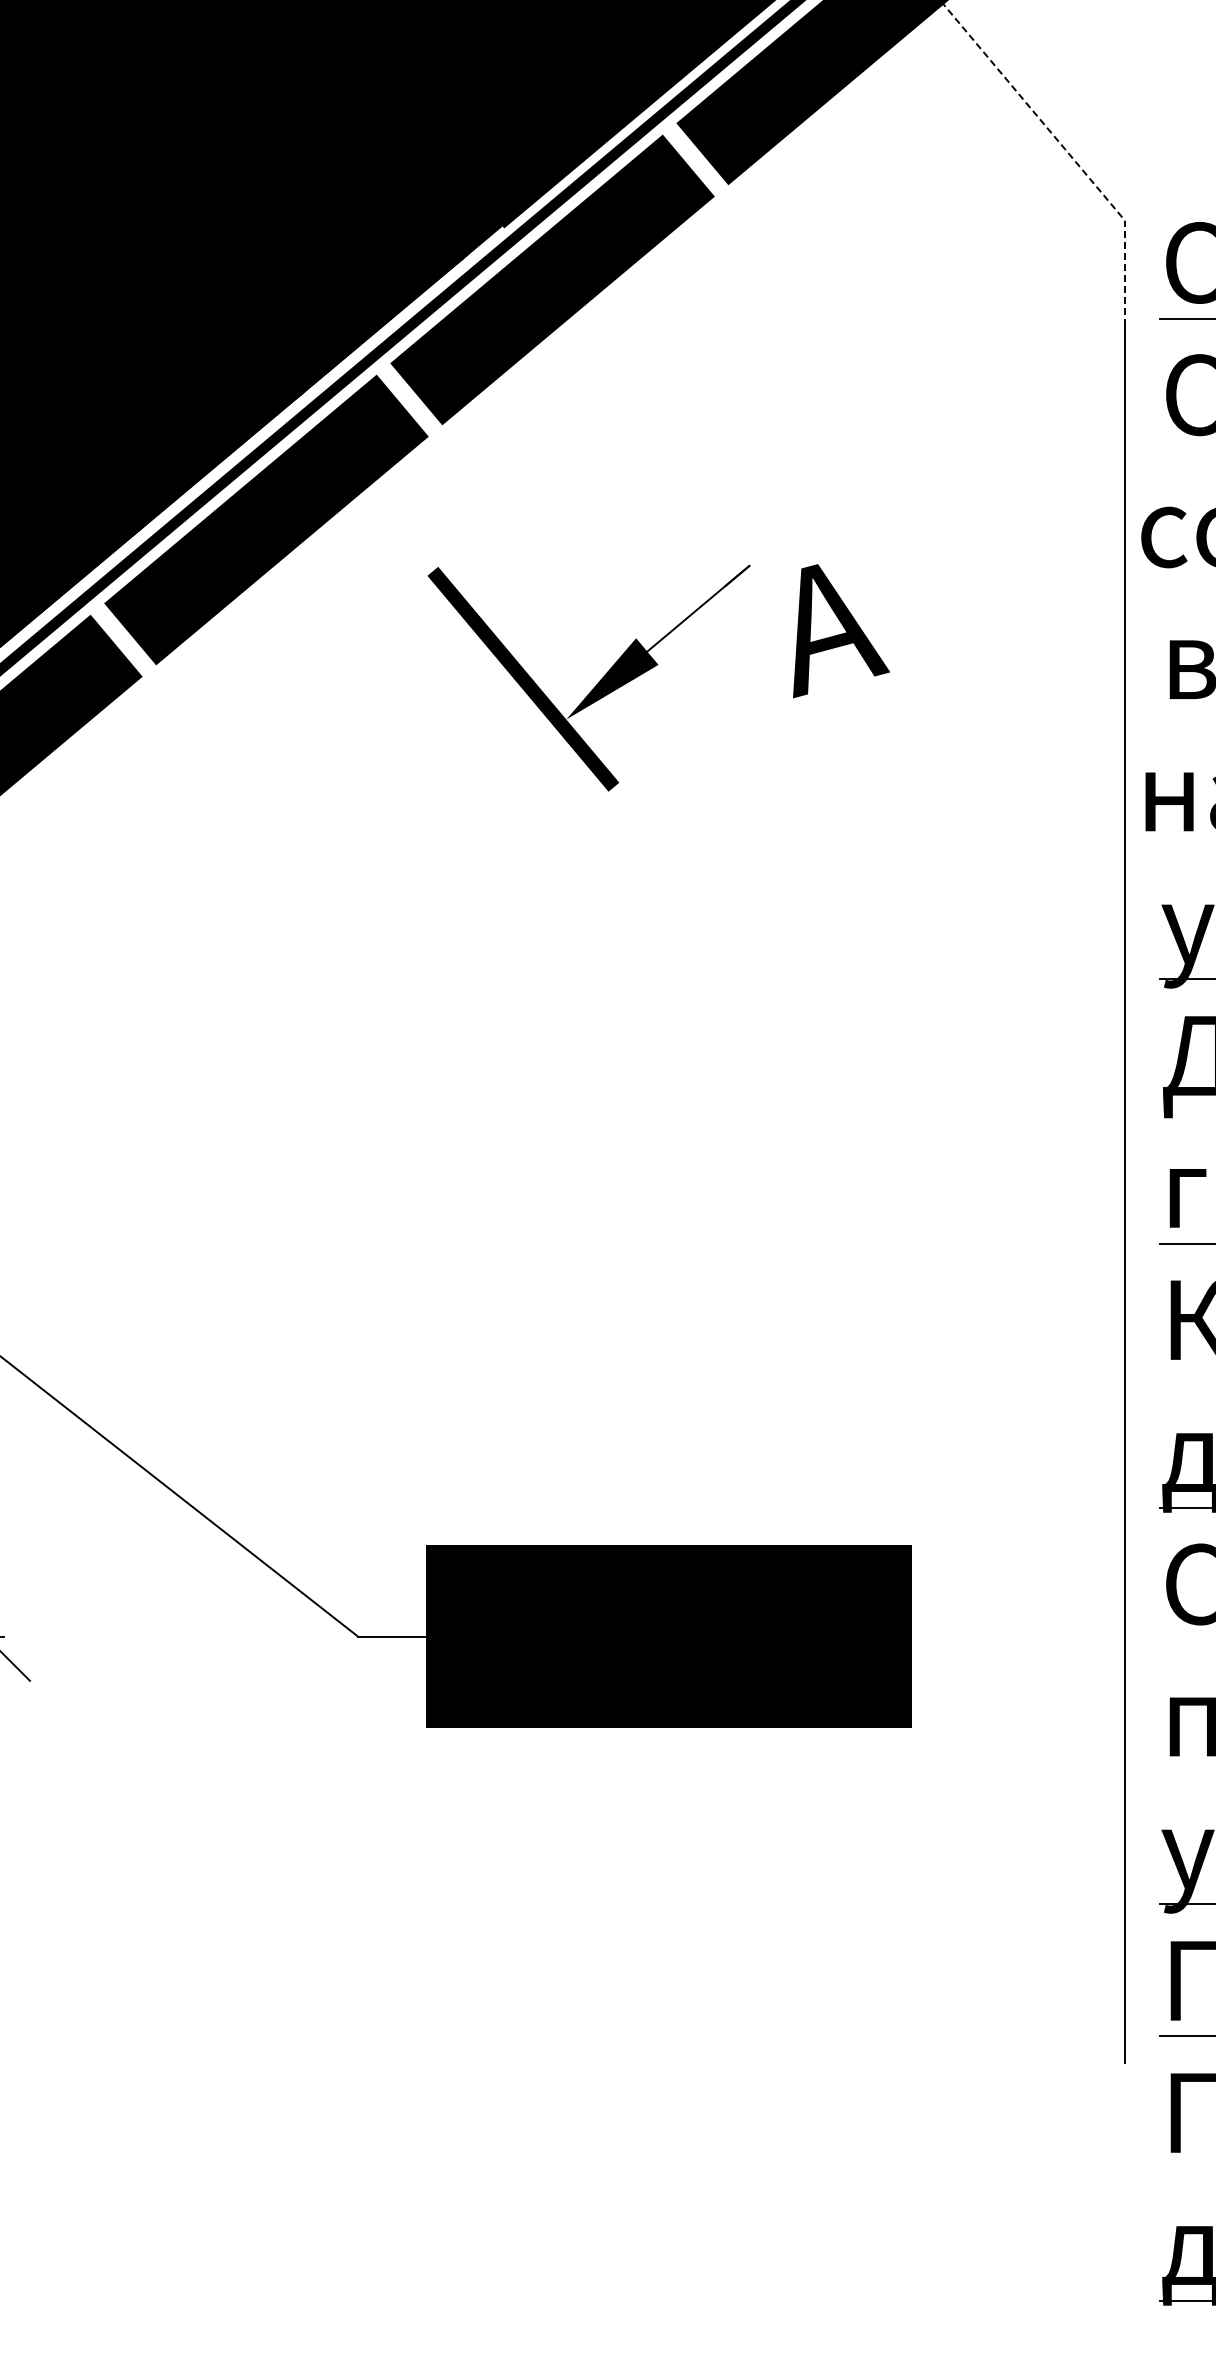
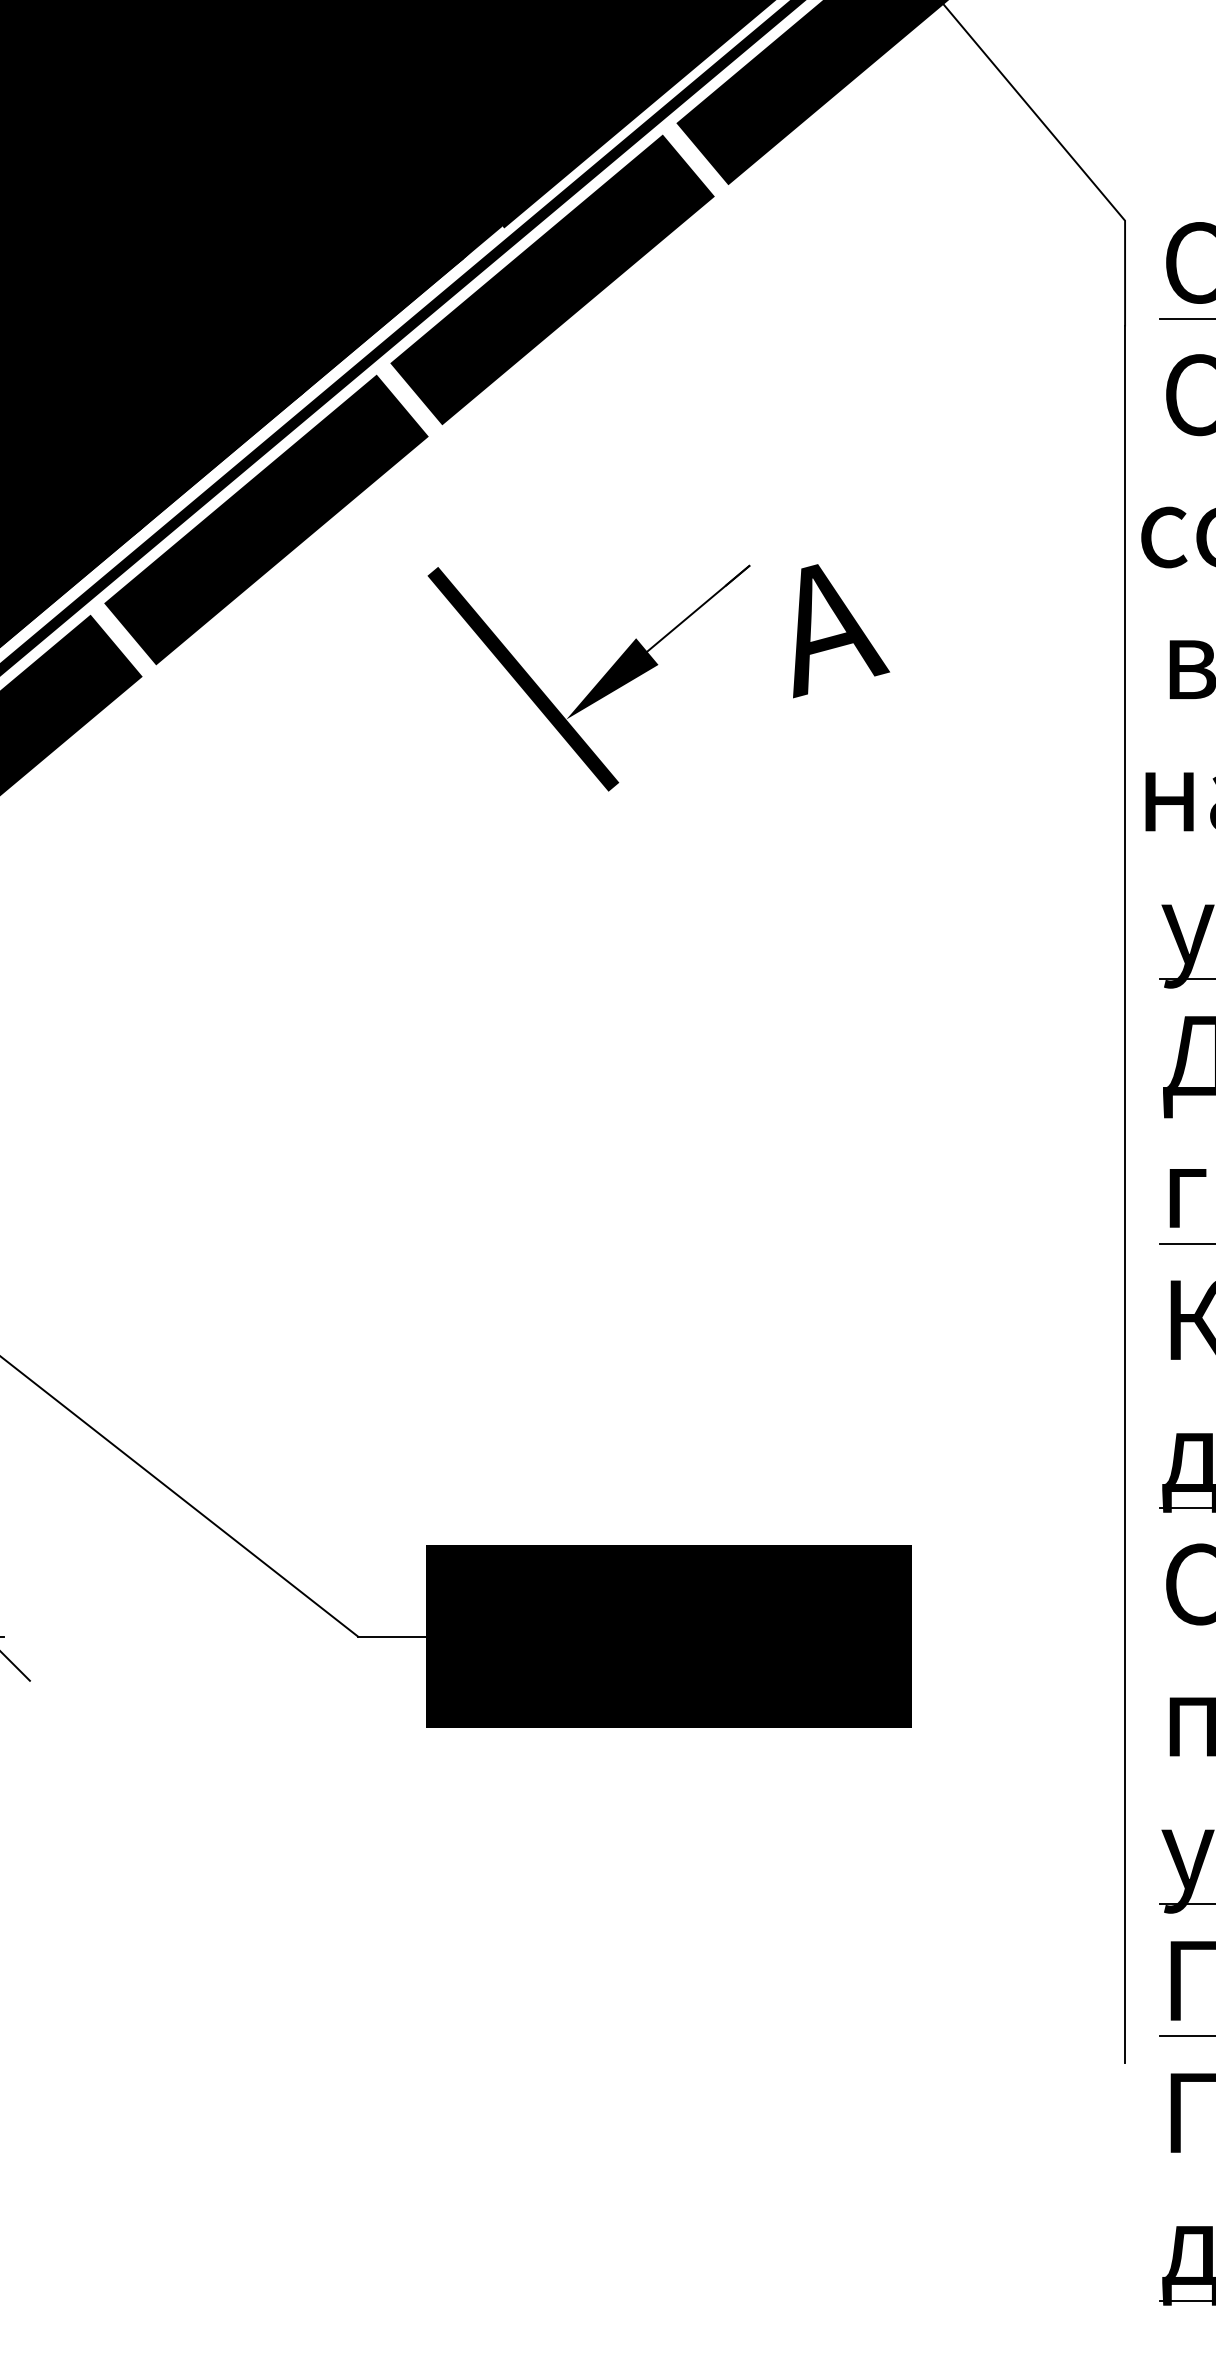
line at (1066, 151): dashed -> solid
